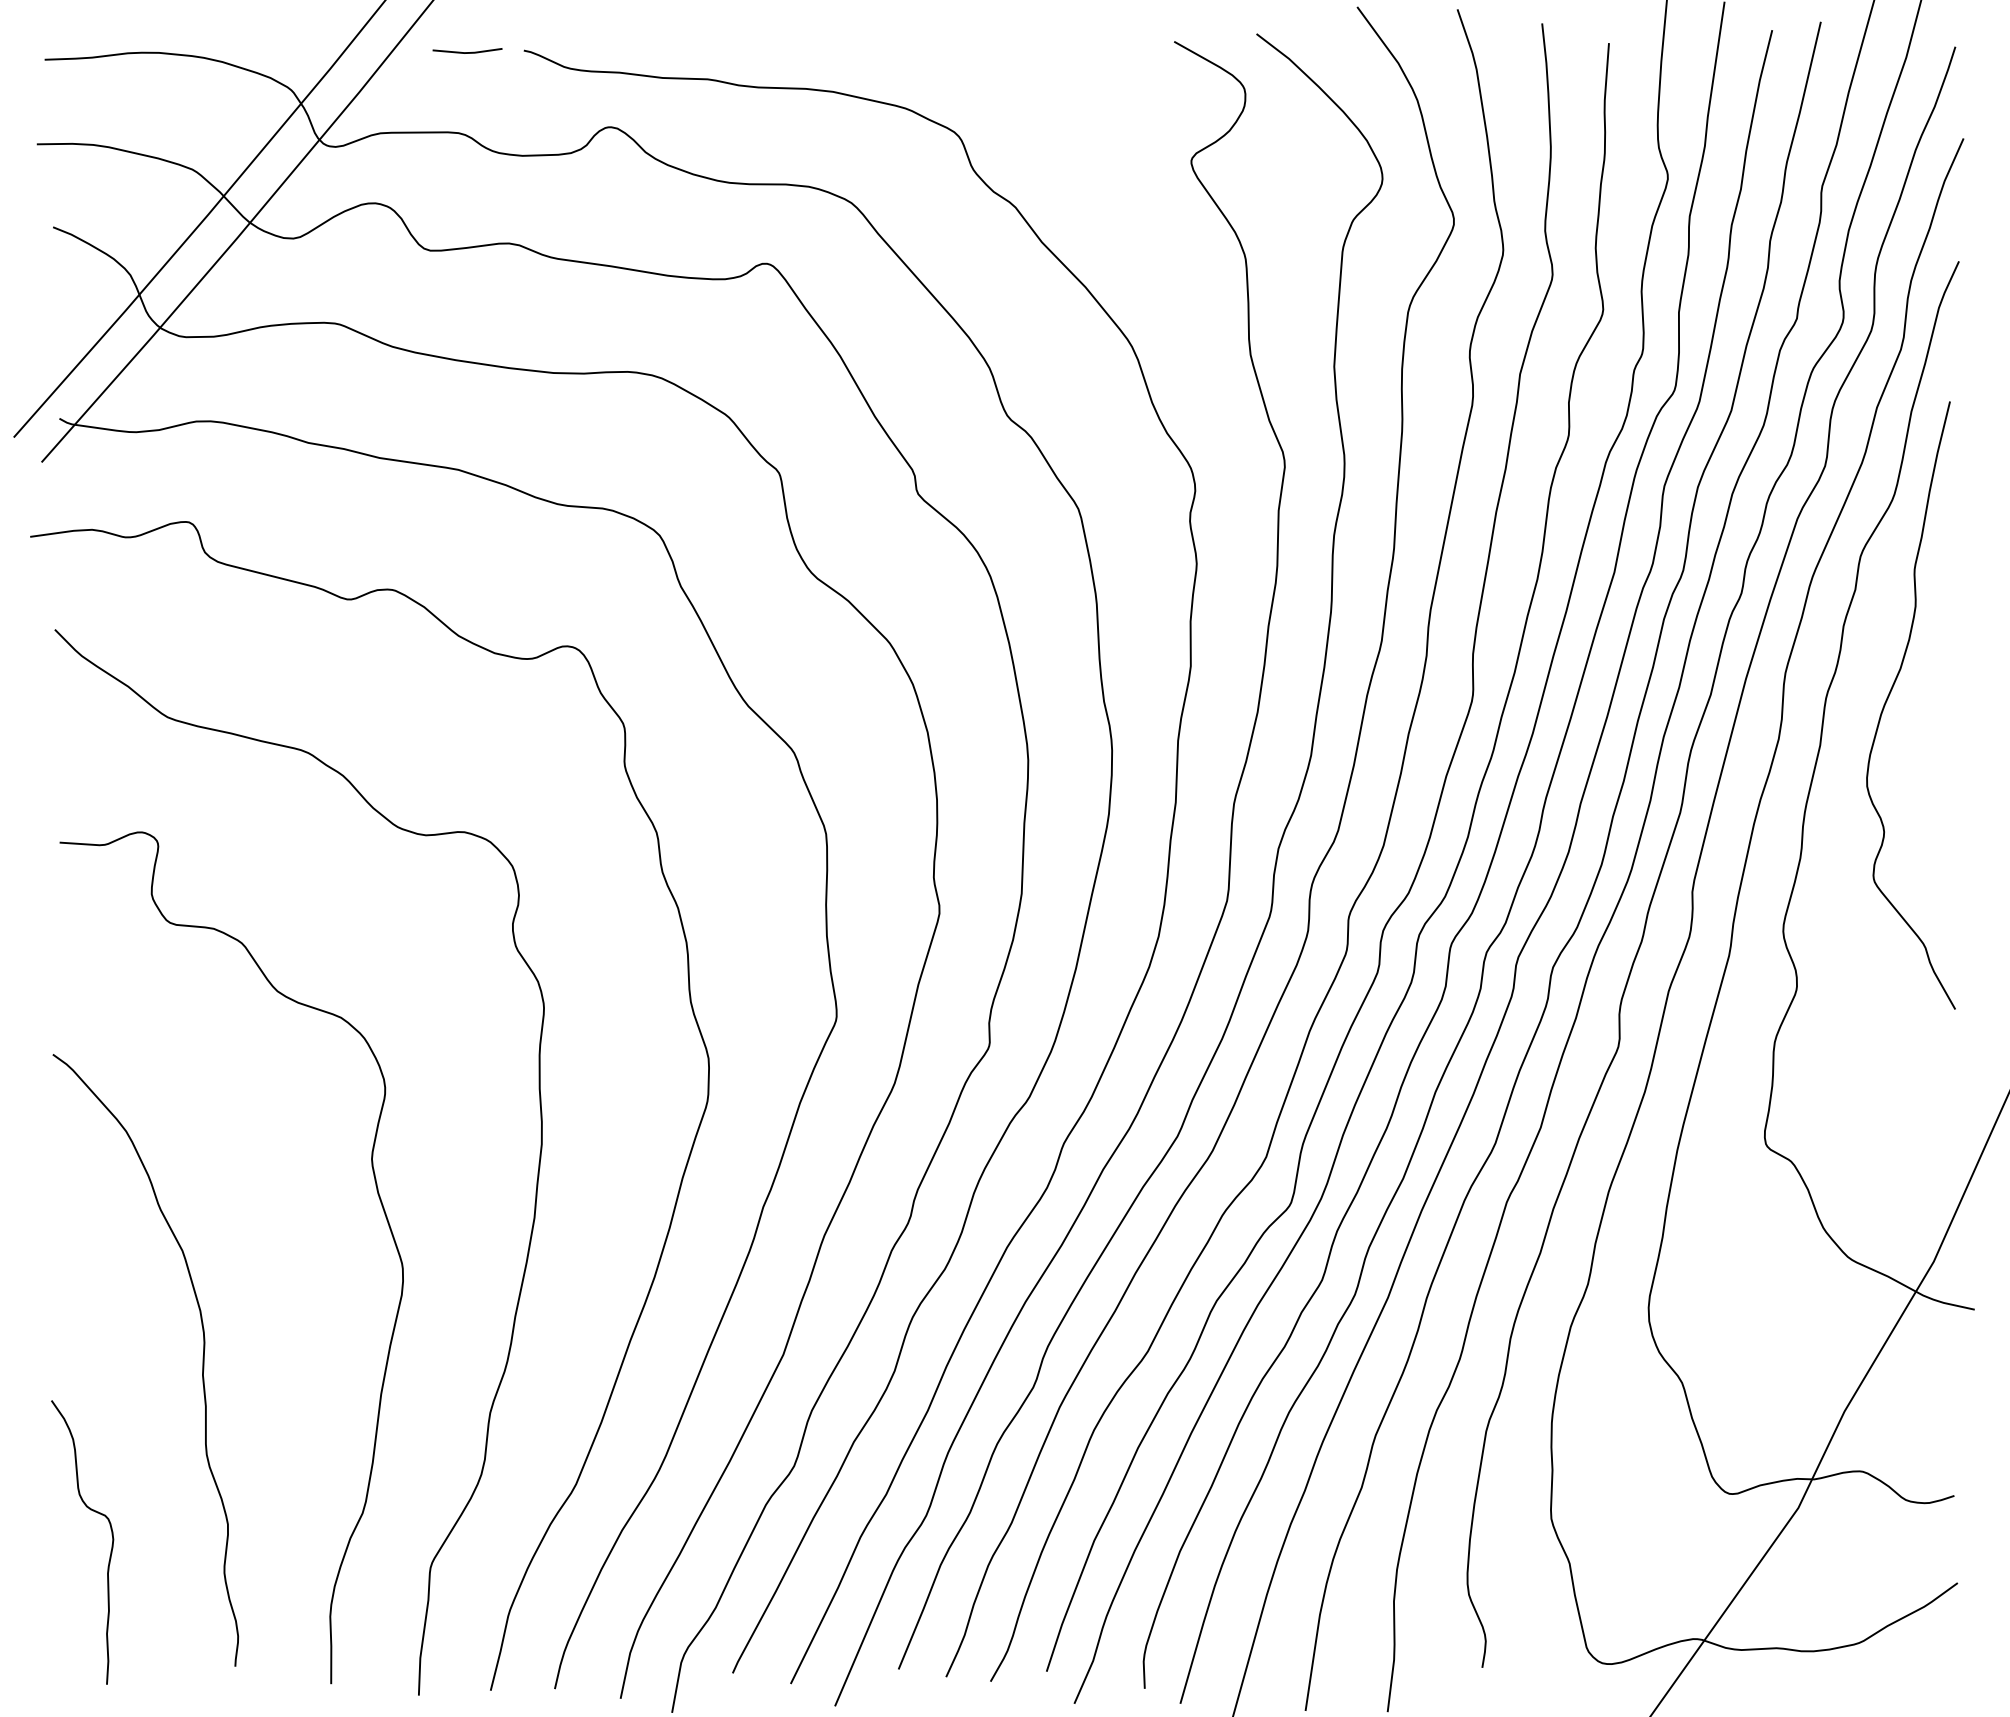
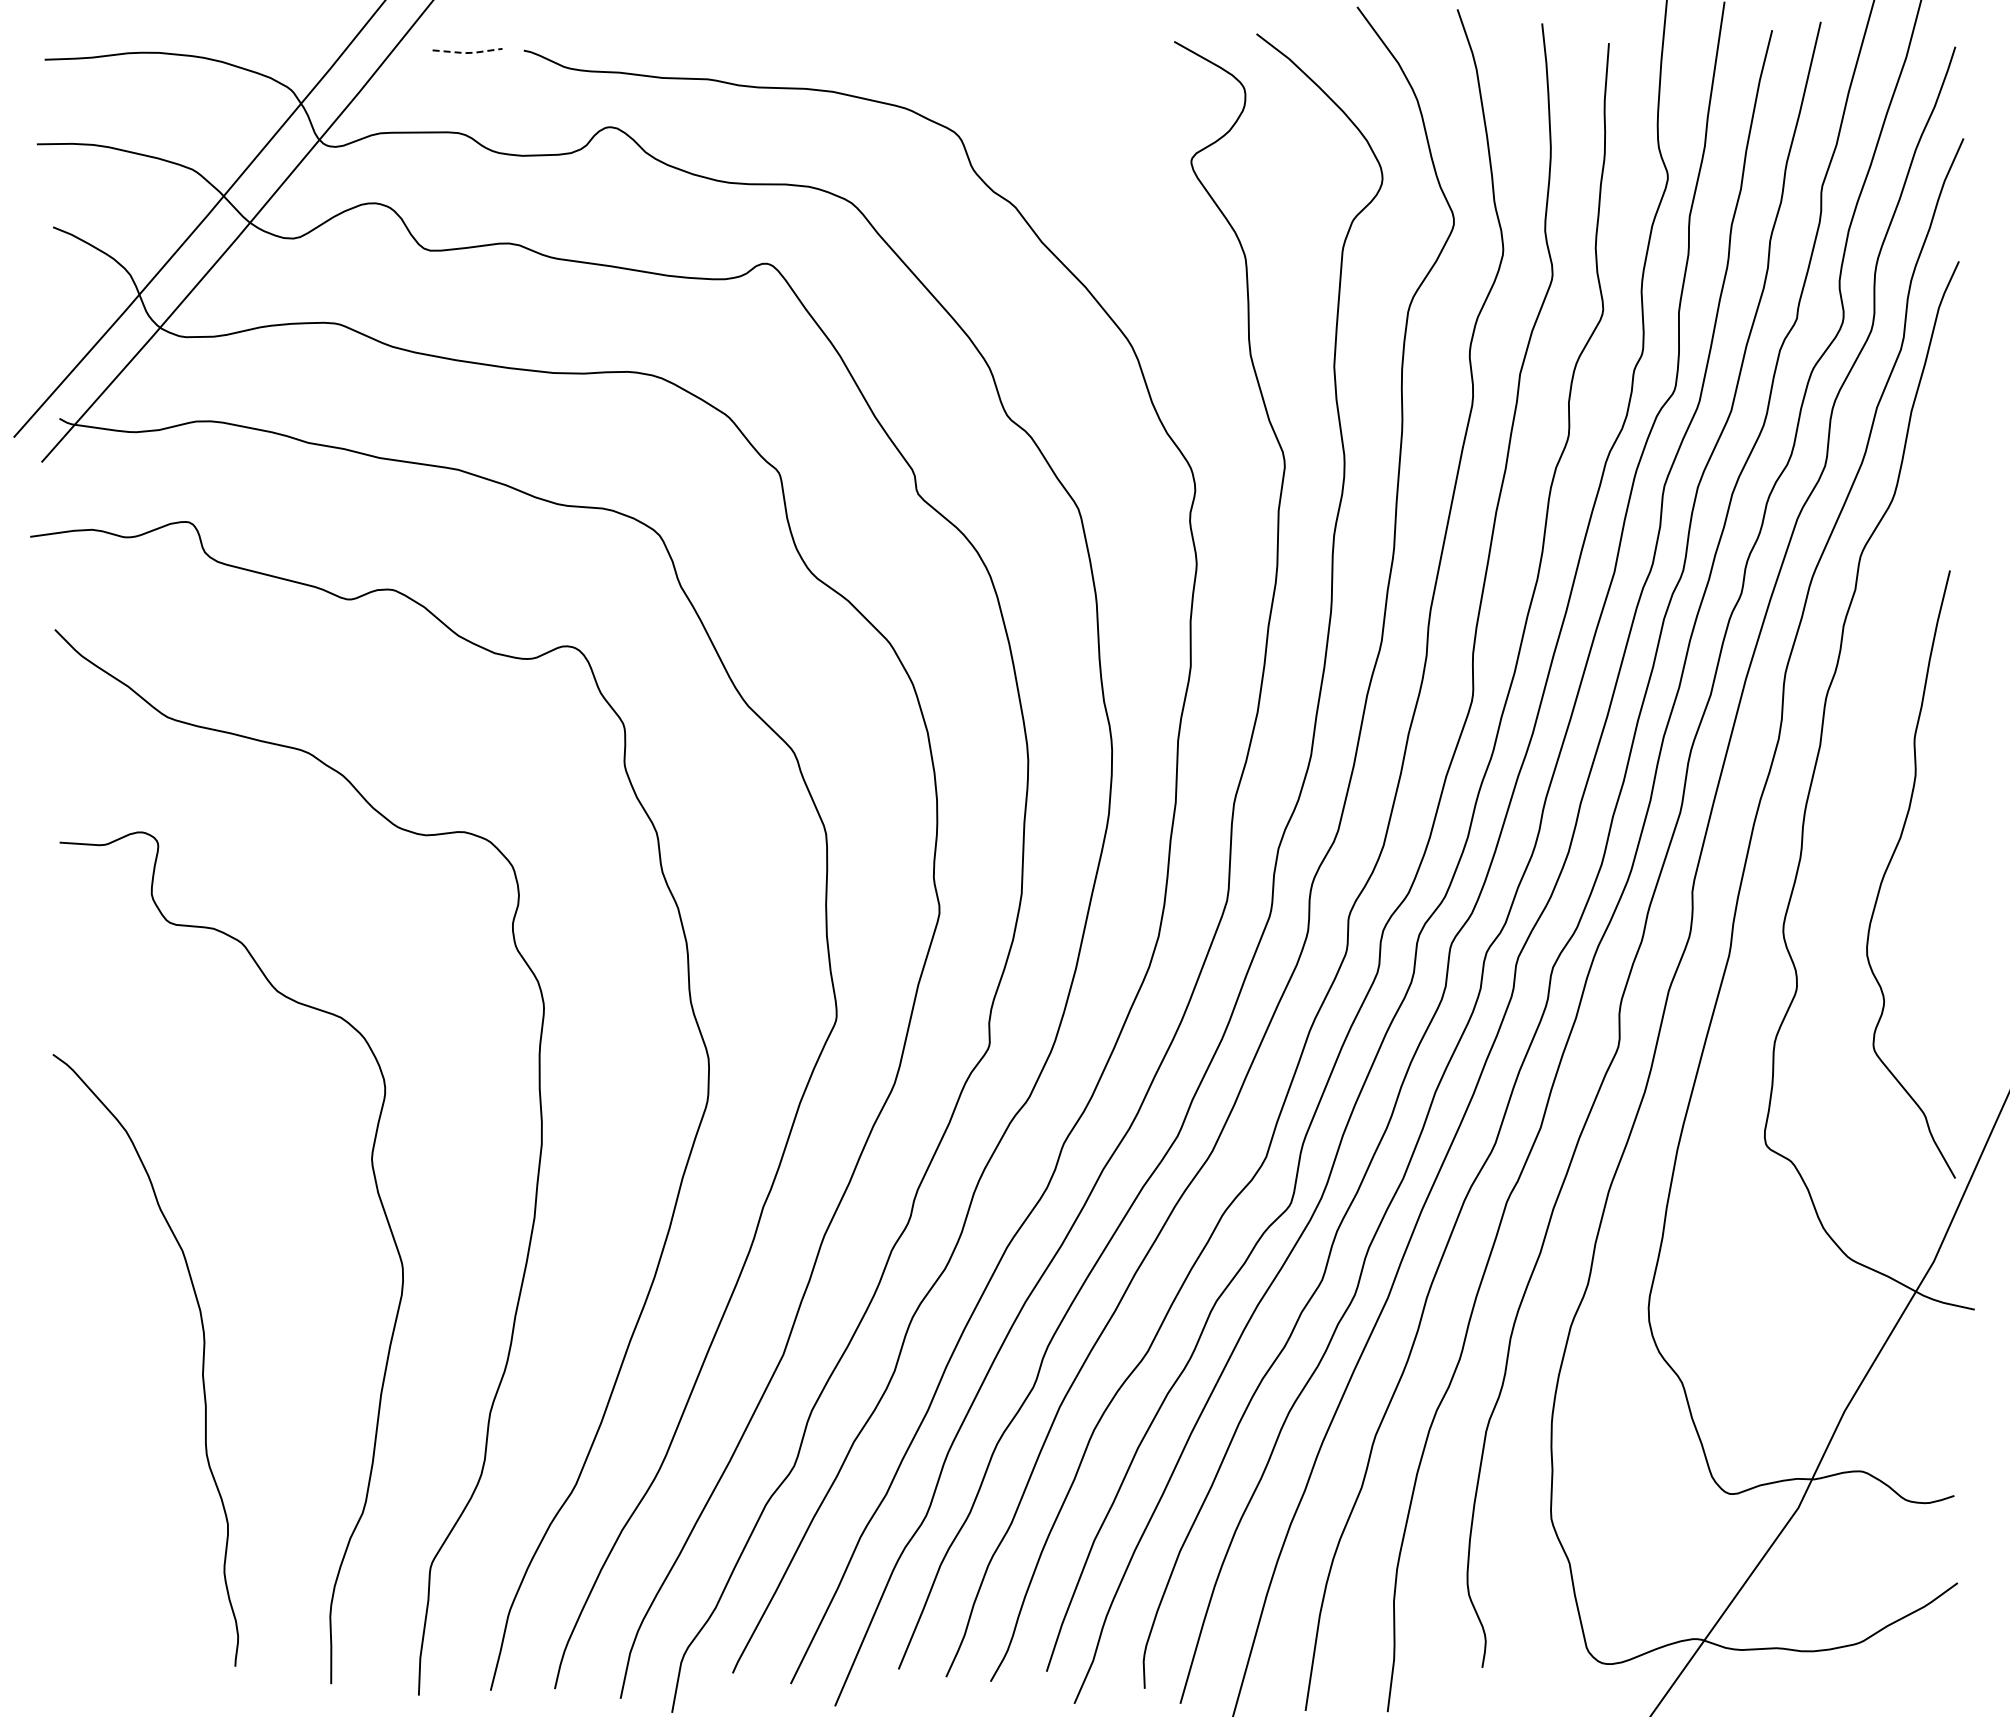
line at (468, 52): solid -> dashed
curve at (1890, 694) position: (1890, 694) -> (1890, 863)
curve at (111, 1544): present -> none
